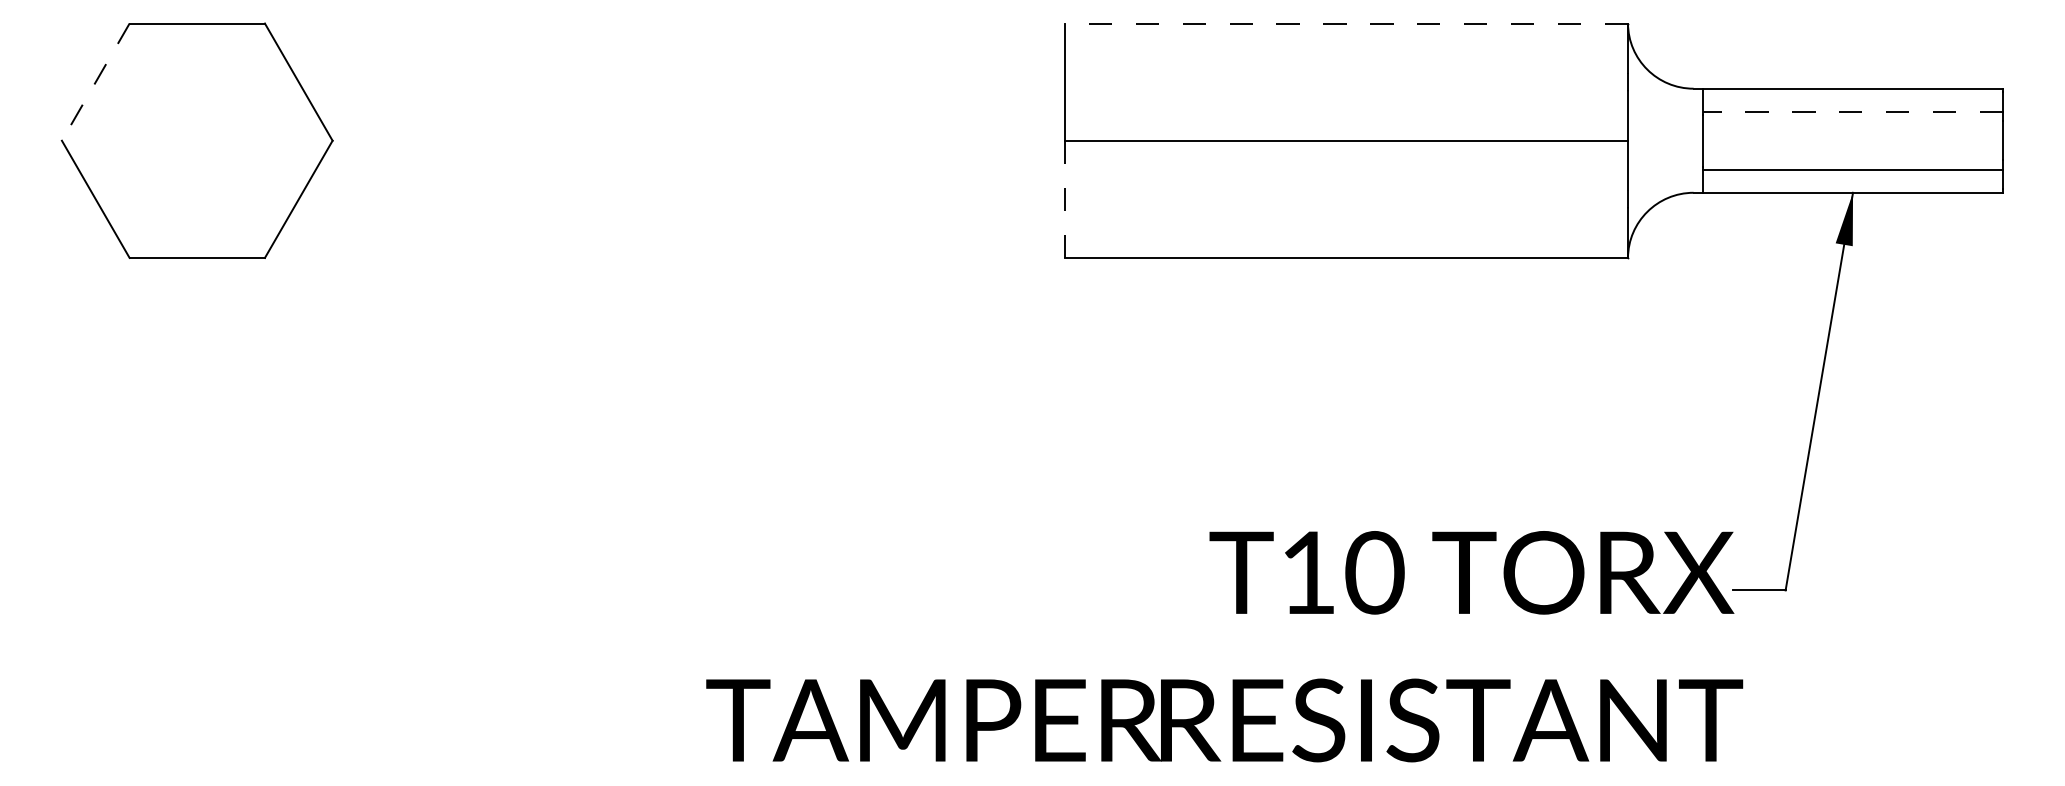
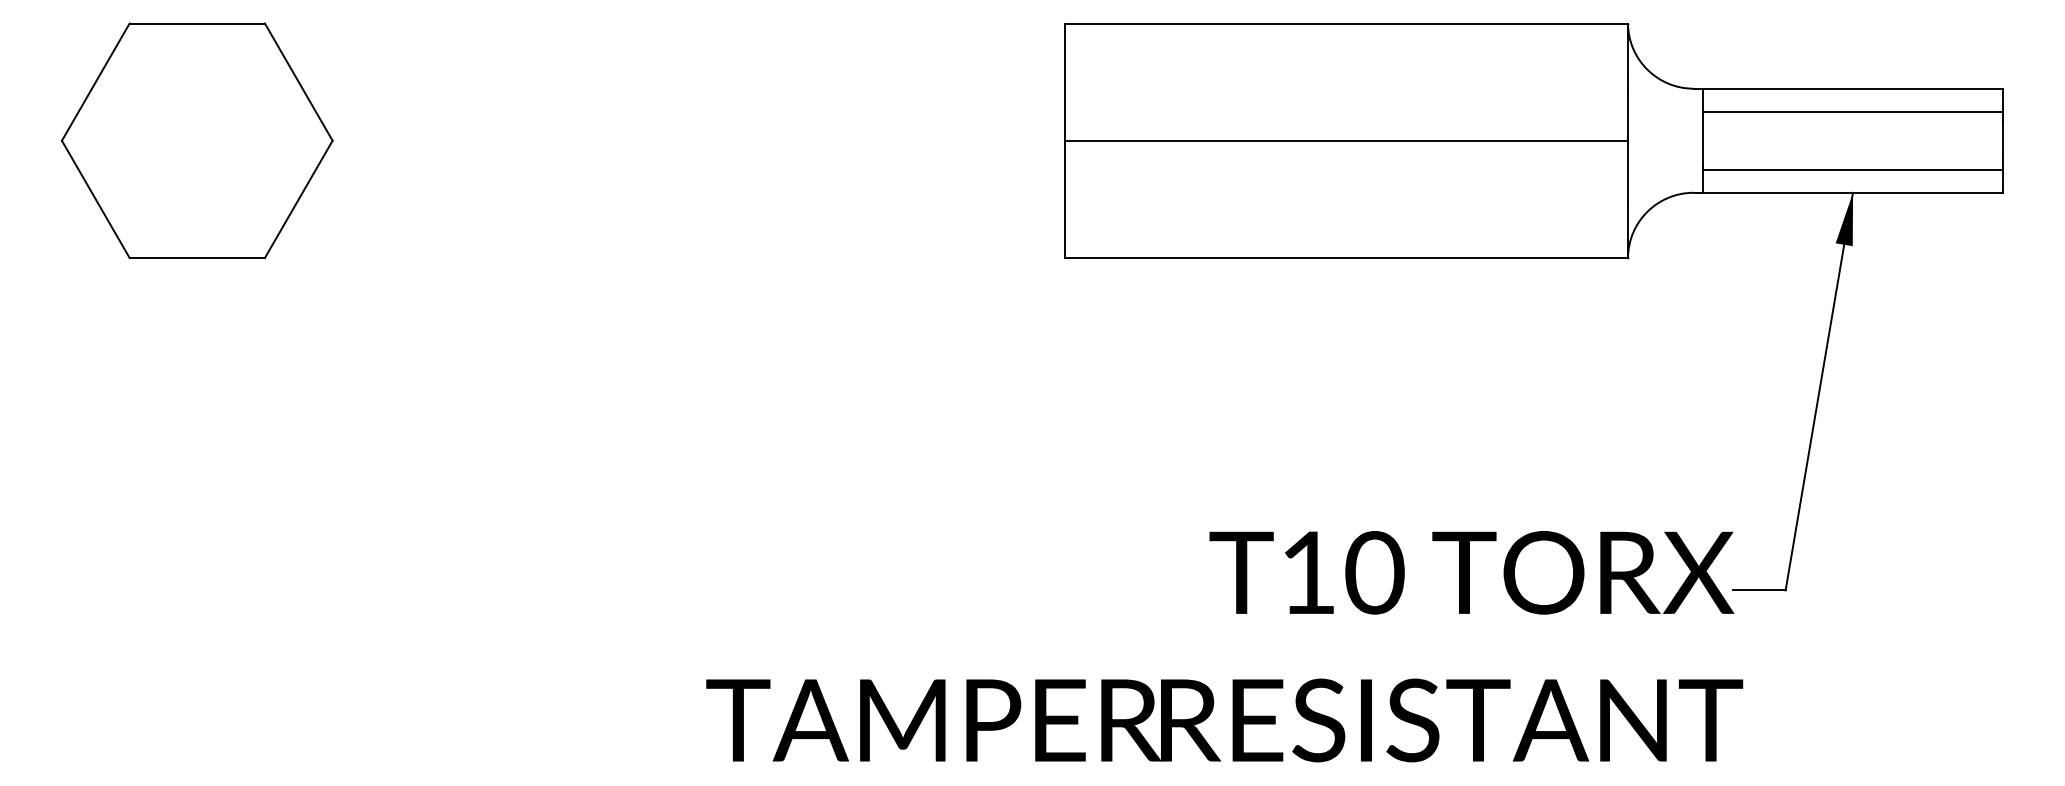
line at (1346, 23): dashed -> solid
line at (95, 82): dashed -> solid
line at (1852, 111): dashed -> solid
line at (1065, 199): dashed -> solid
